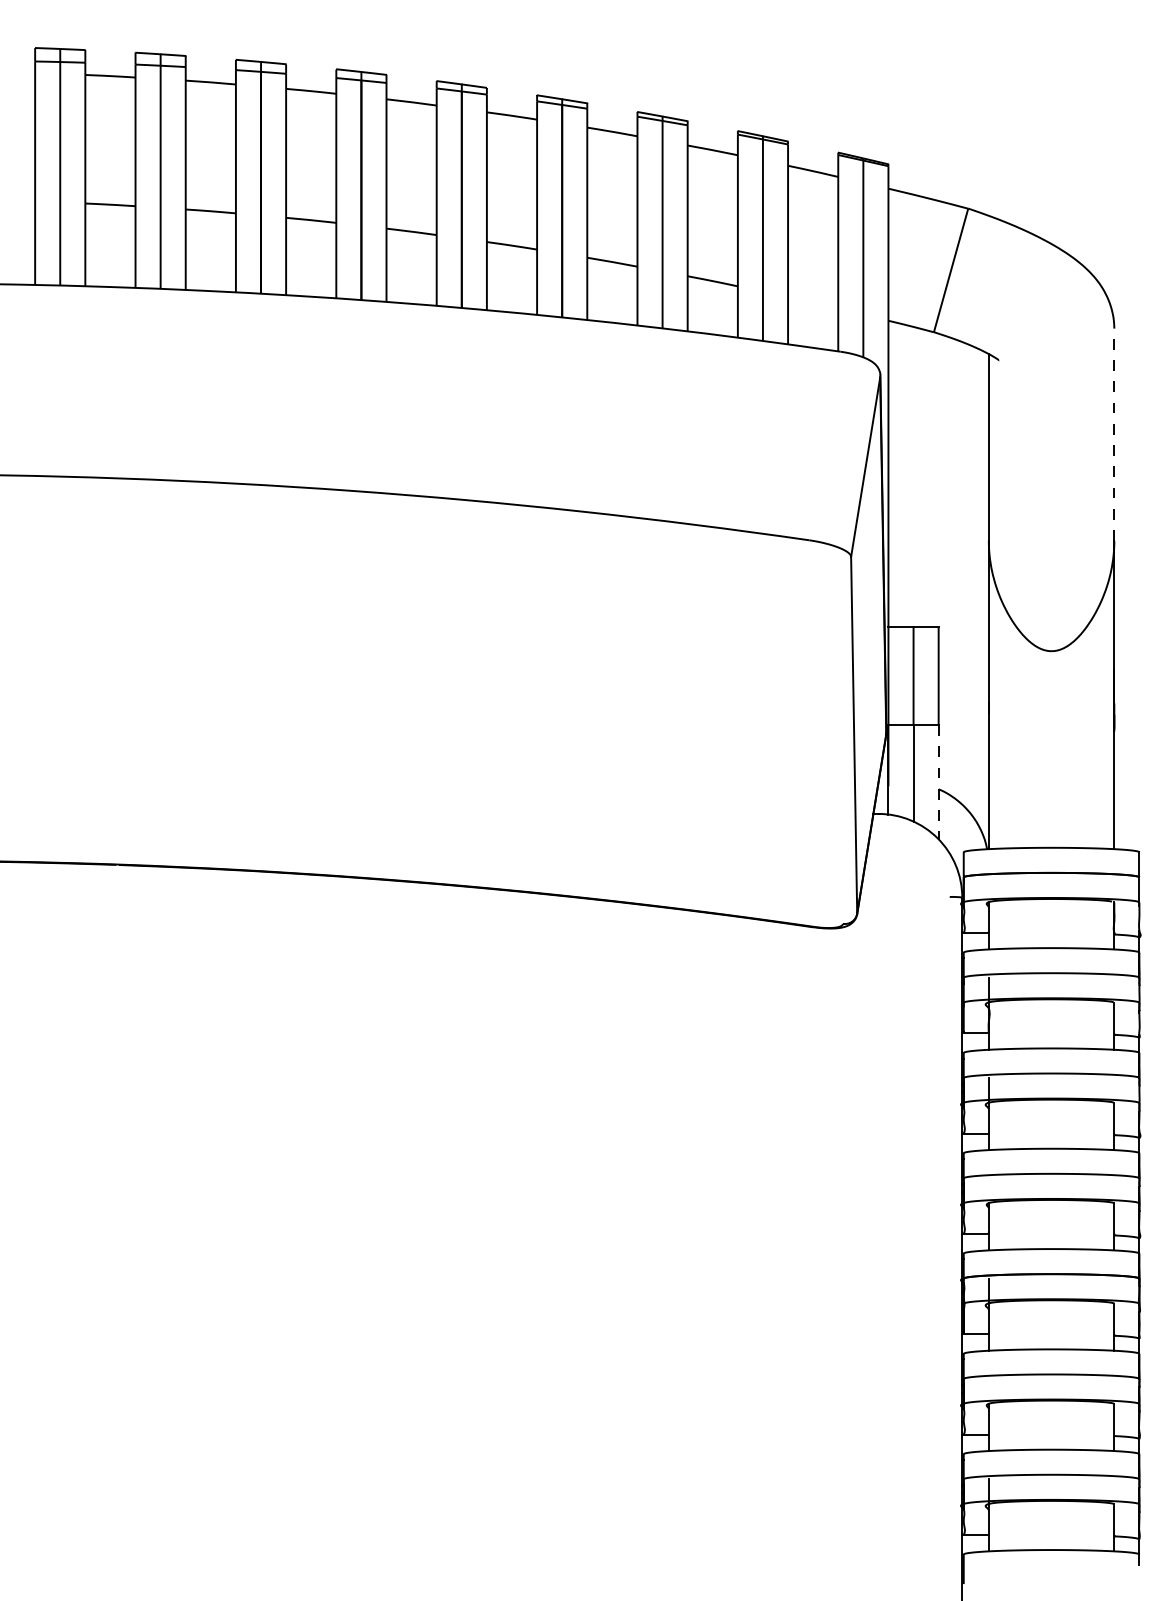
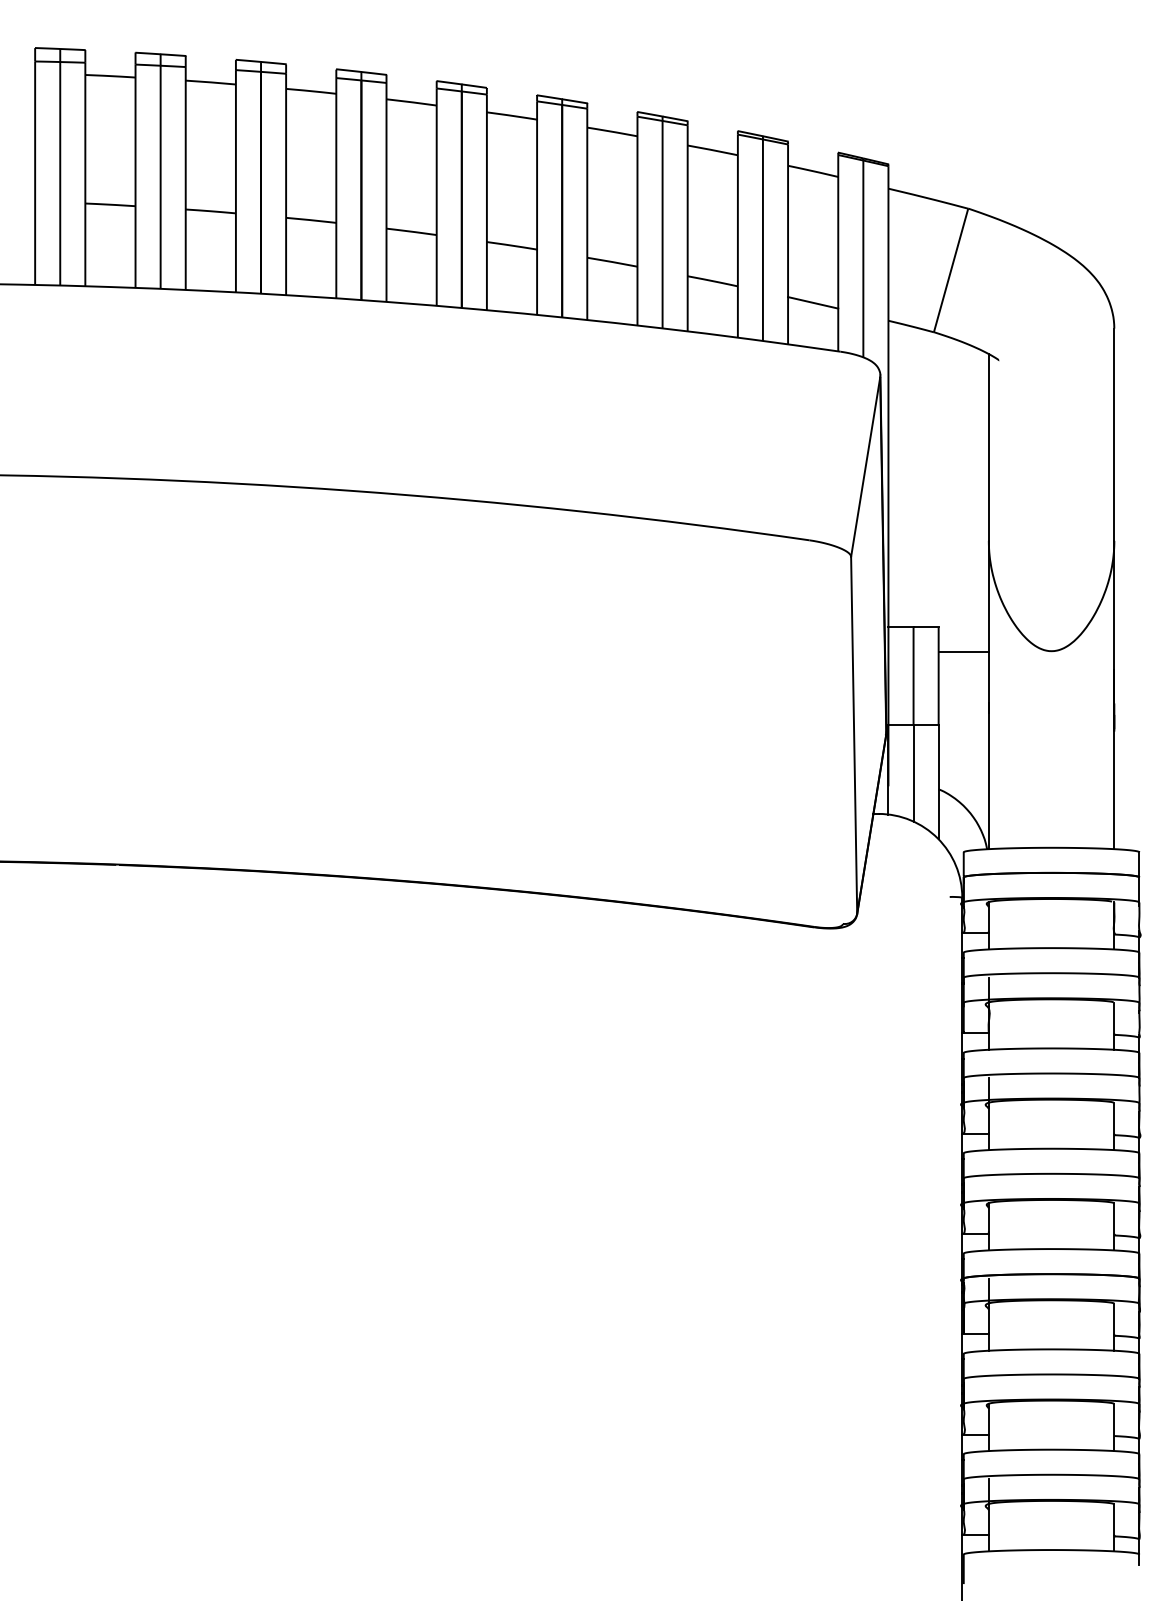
line at (813, 302): none -> present
line at (1114, 434): dashed -> solid
line at (963, 652): none -> present
line at (938, 782): dashed -> solid
